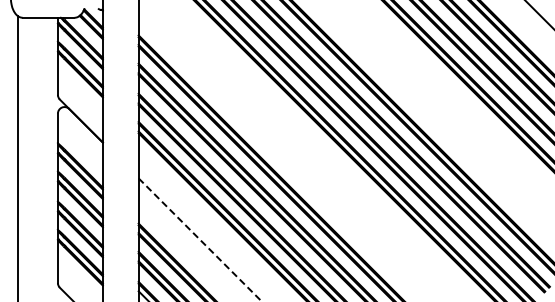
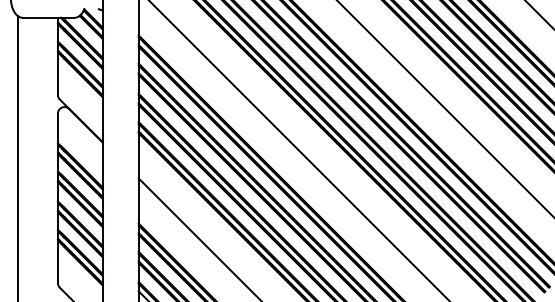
line at (444, 108): none -> present
line at (298, 150): none -> present
line at (200, 240): dashed -> solid
